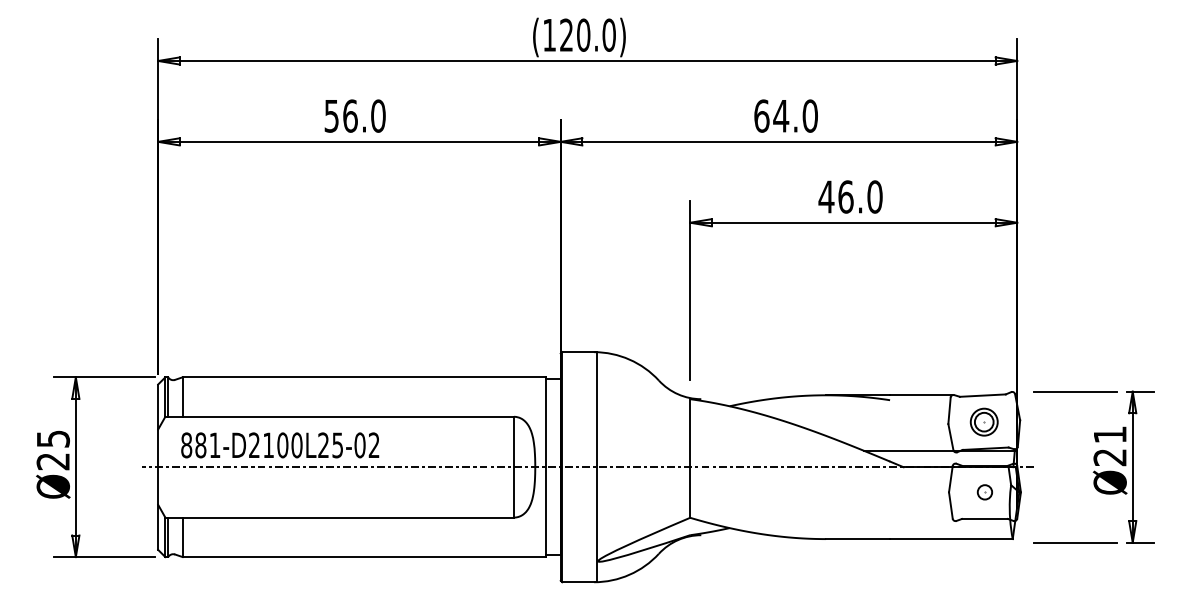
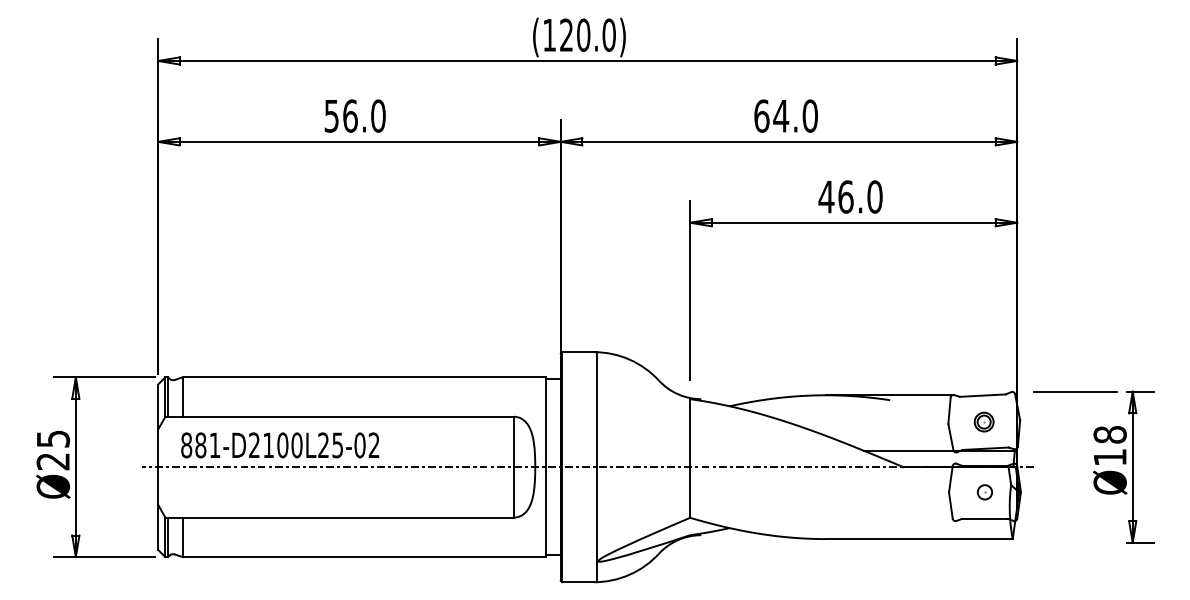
part at (983, 421) size: 30x30 px -> 22x22 px
text at (1109, 446): Ø21 -> Ø18
line at (1074, 542): present -> none
